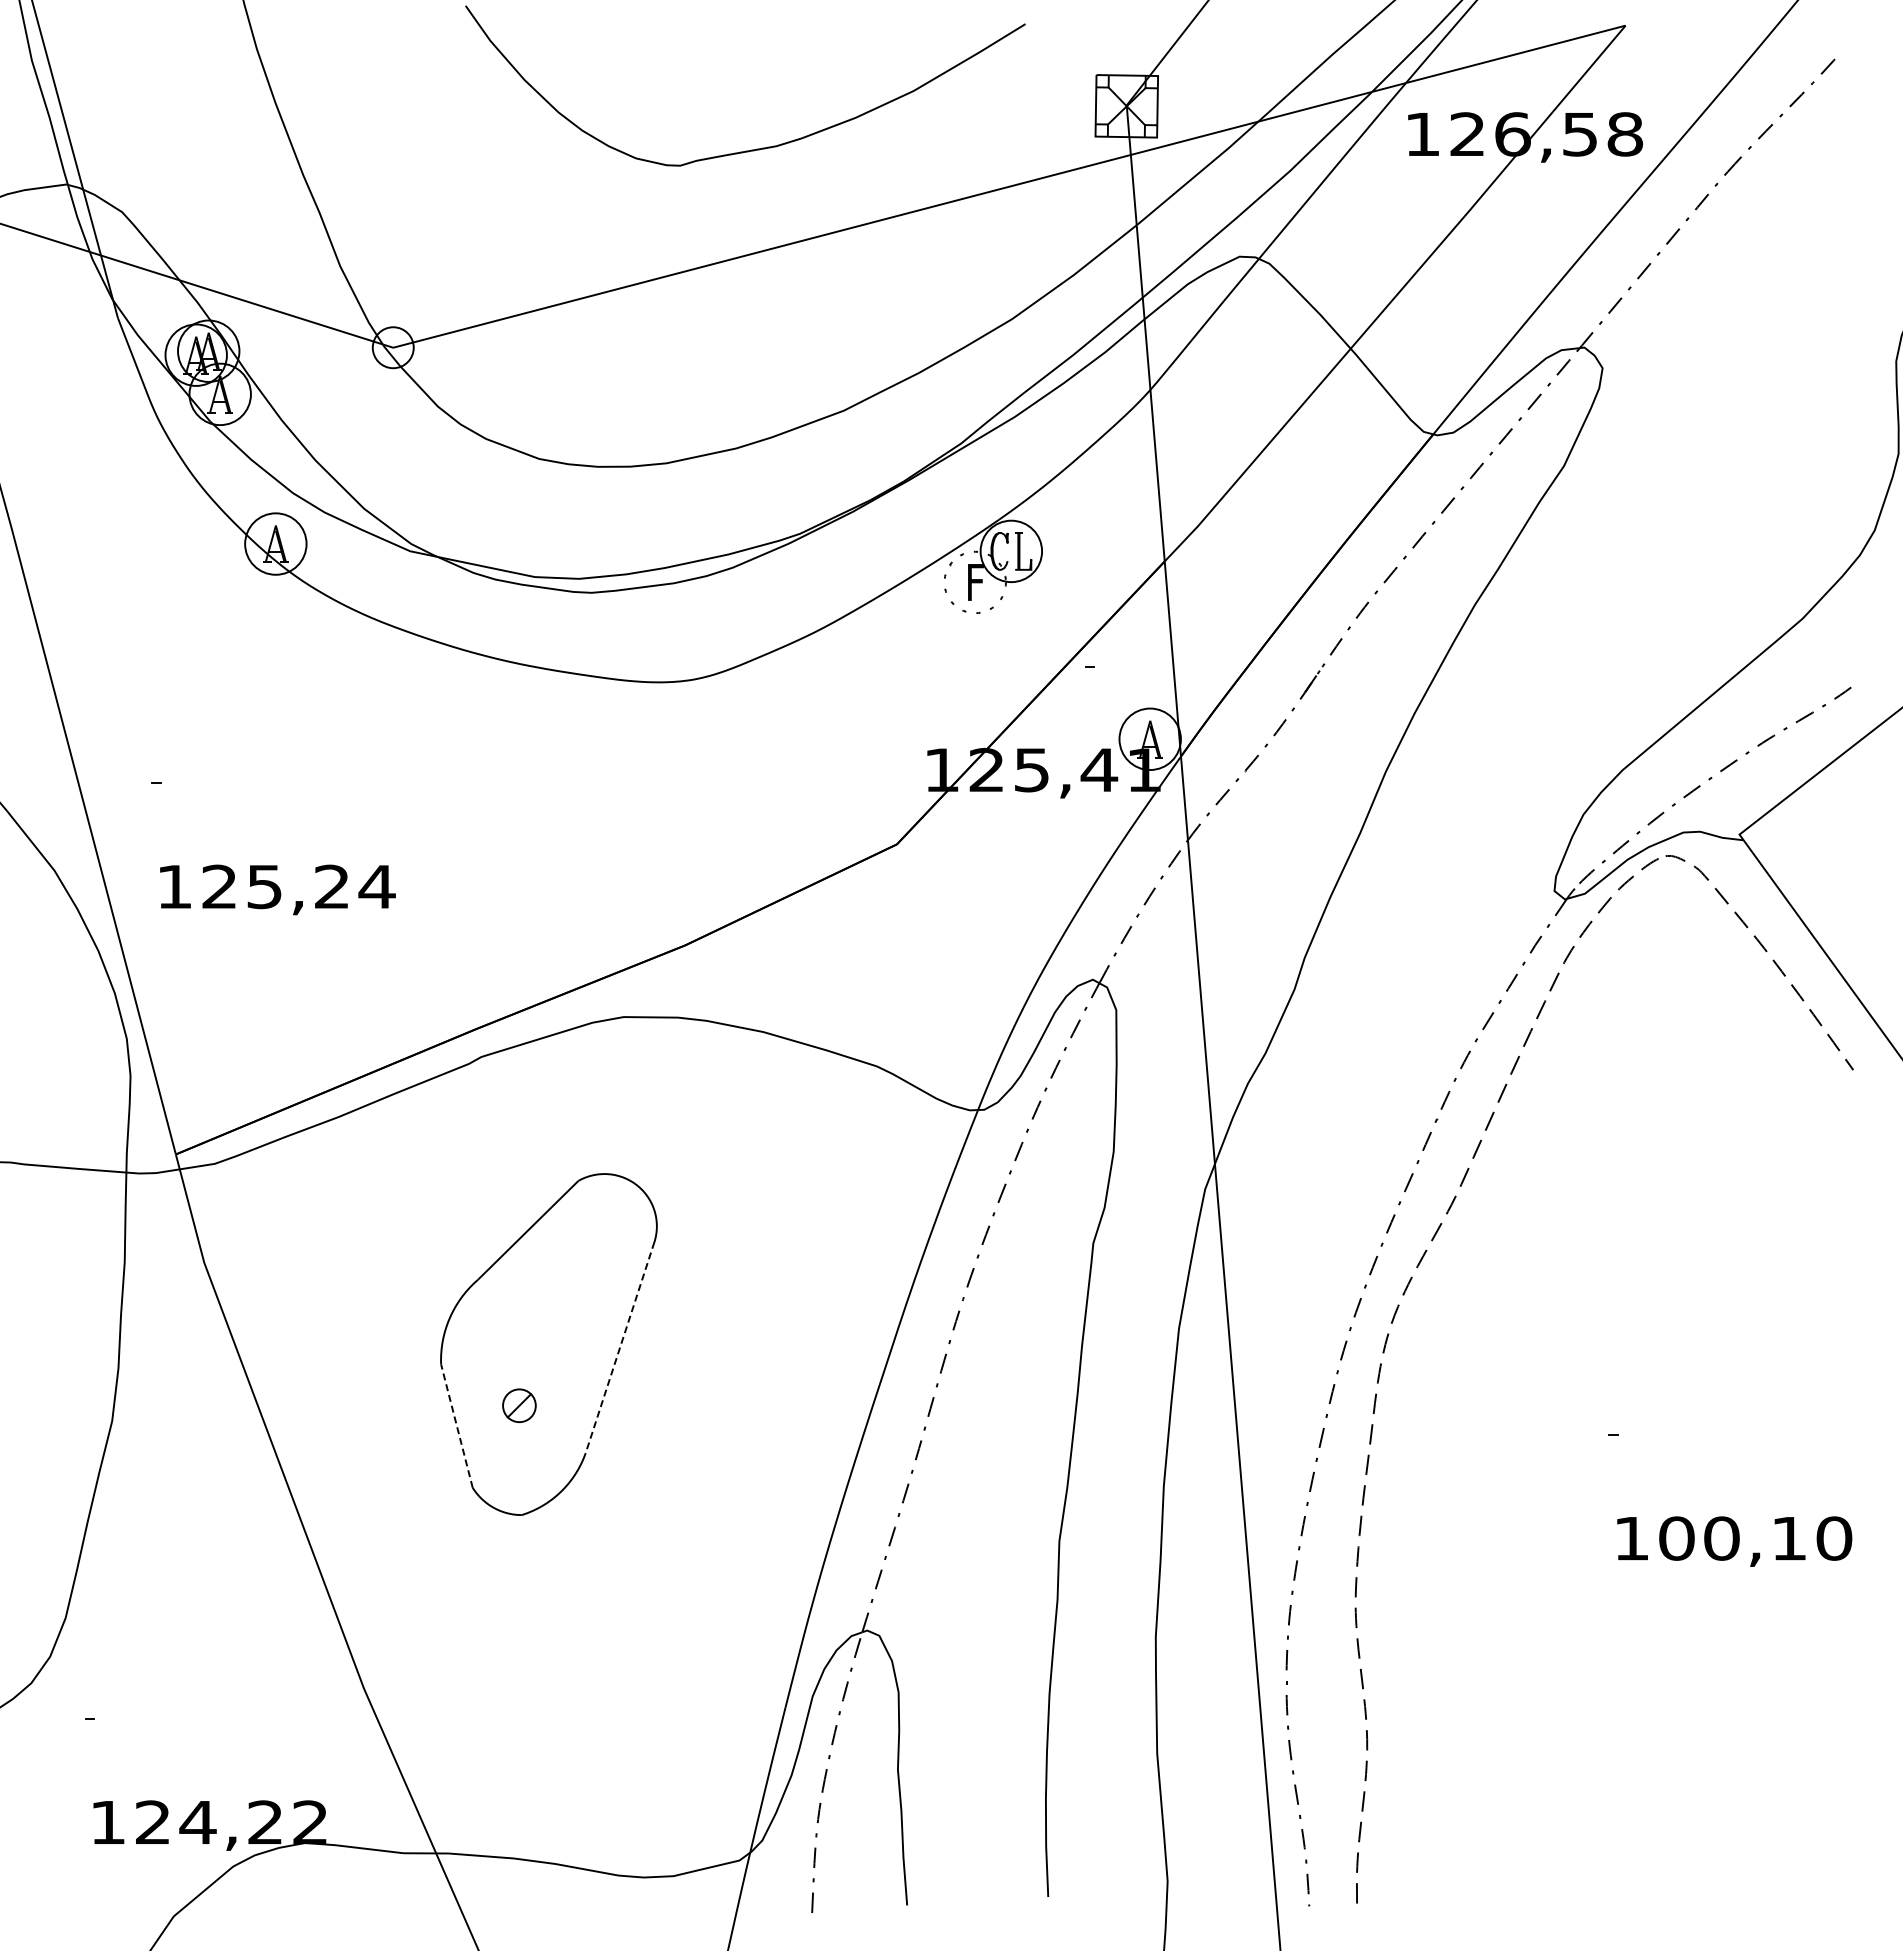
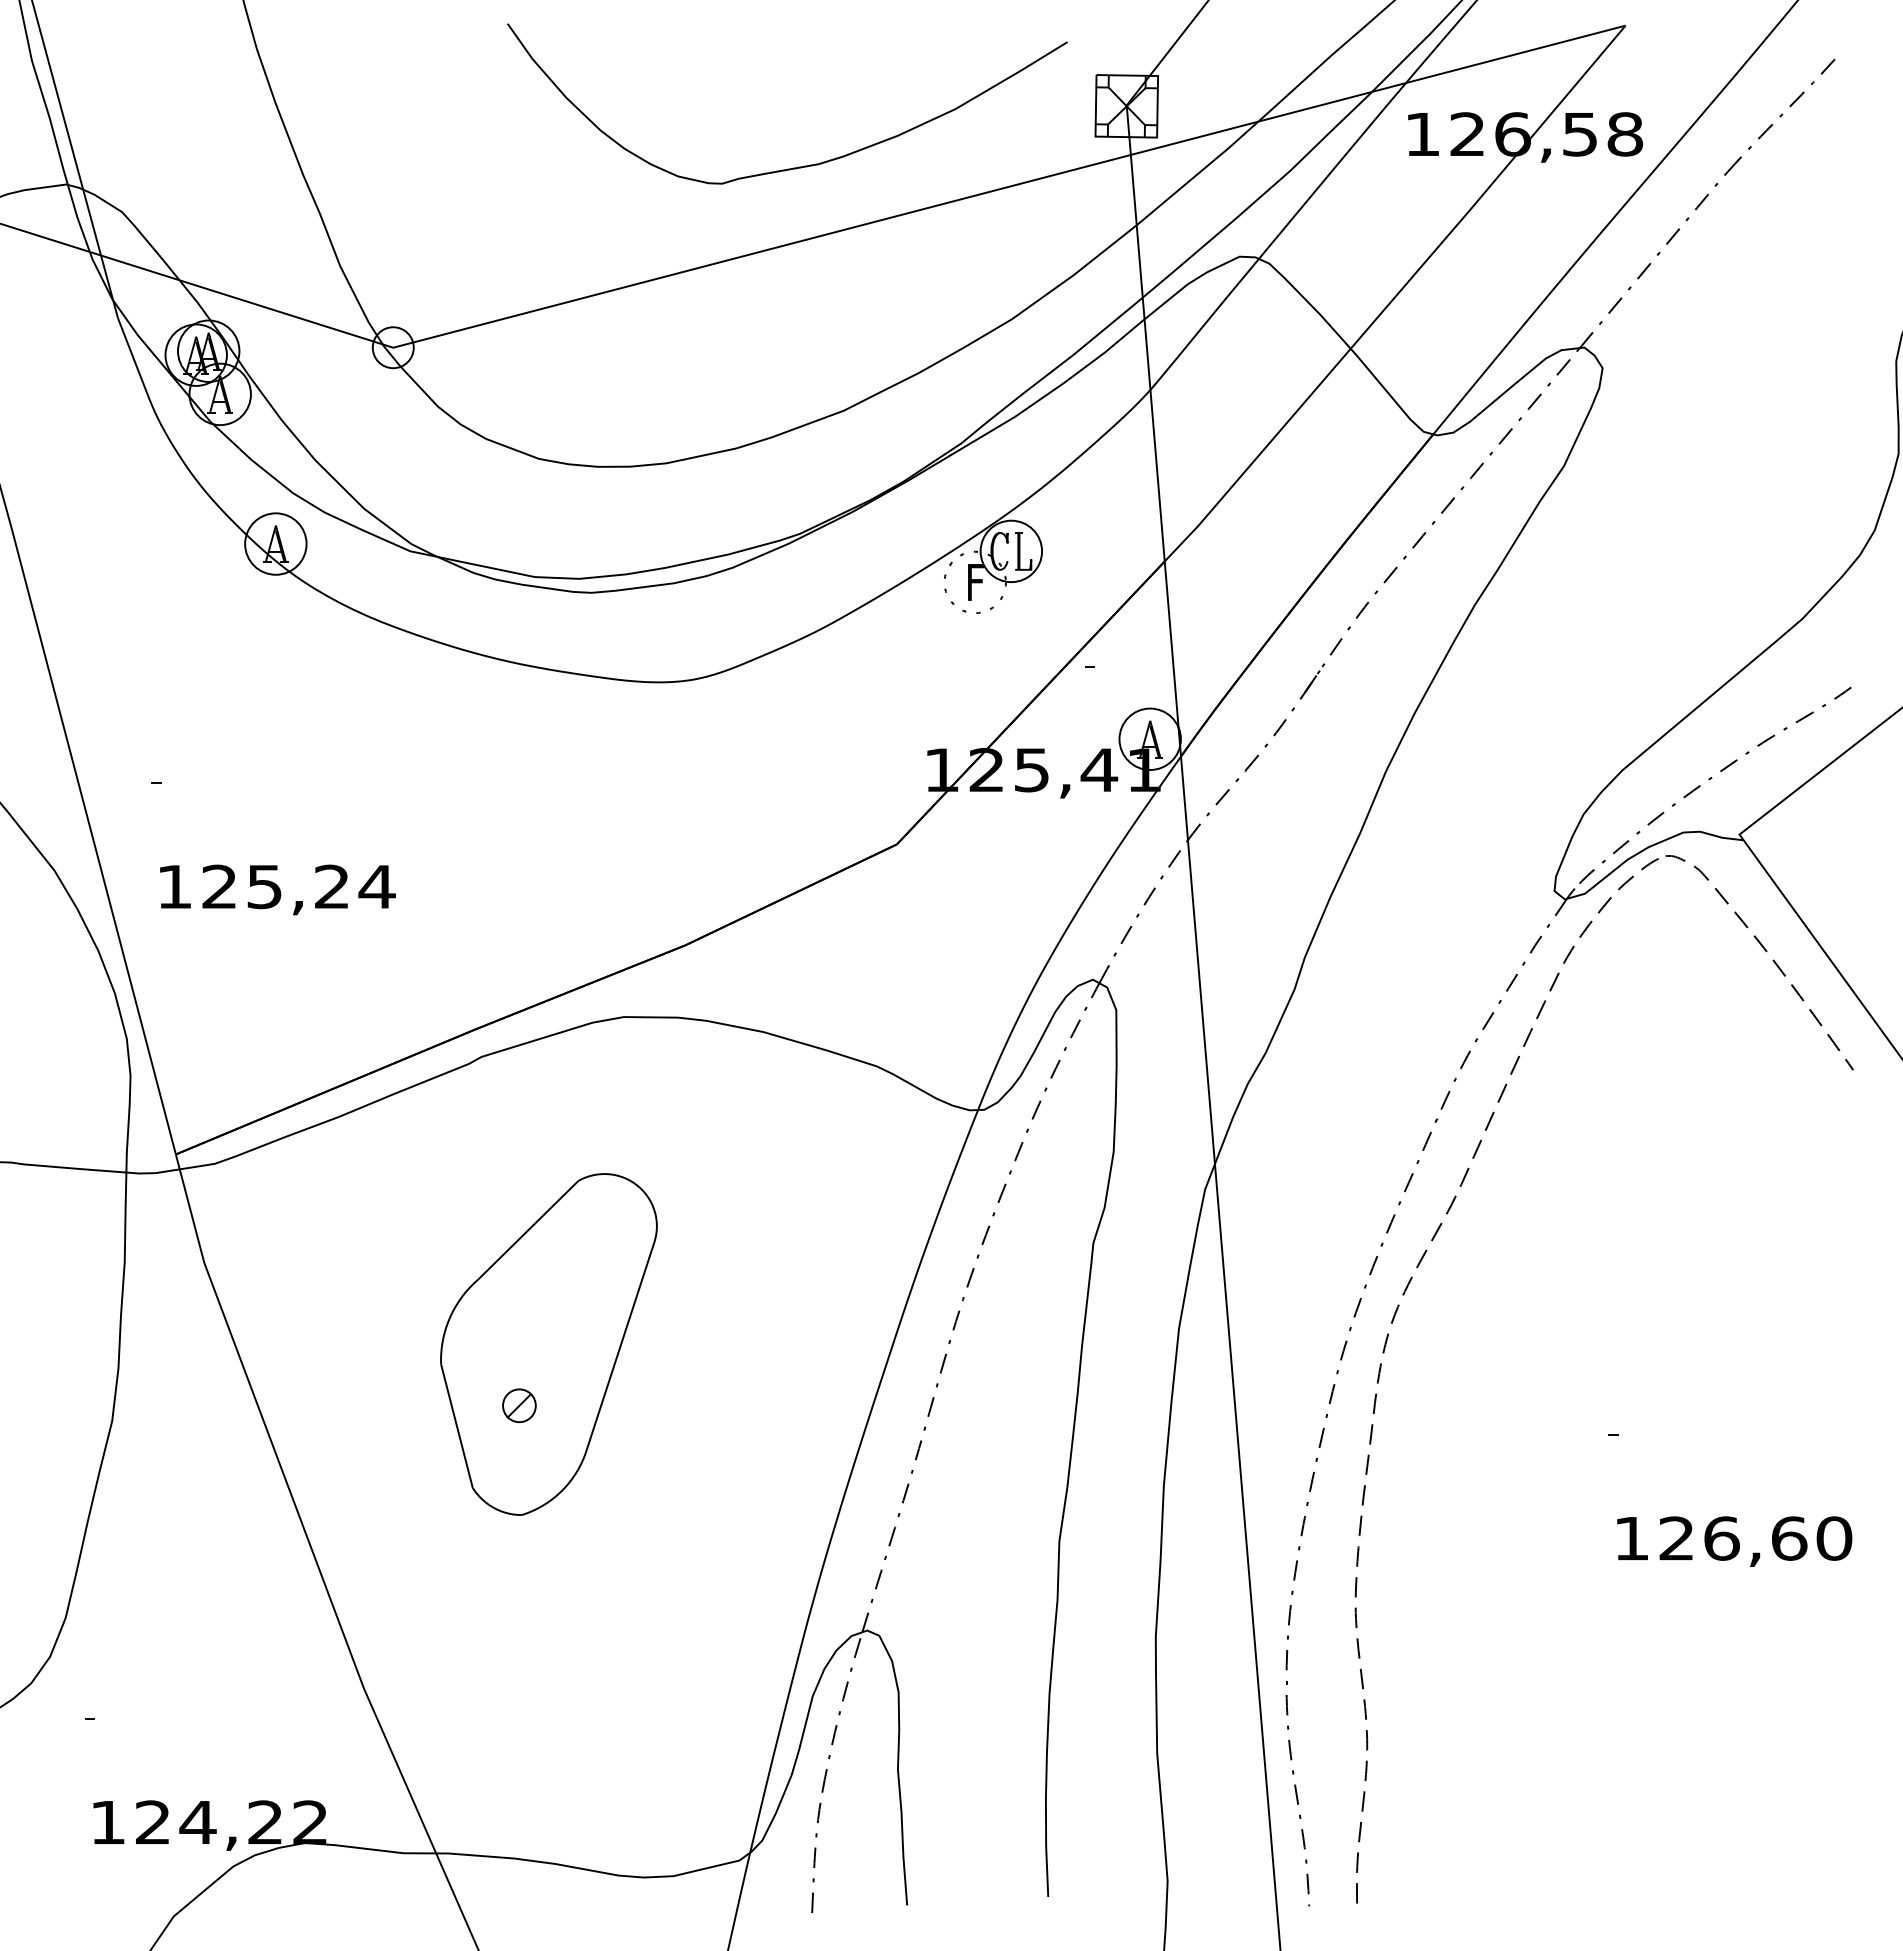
curve at (756, 148) position: (756, 148) -> (798, 166)
line at (619, 1348): dashed -> solid
line at (456, 1426): dashed -> solid
text at (1733, 1538): 100,10 -> 126,60
